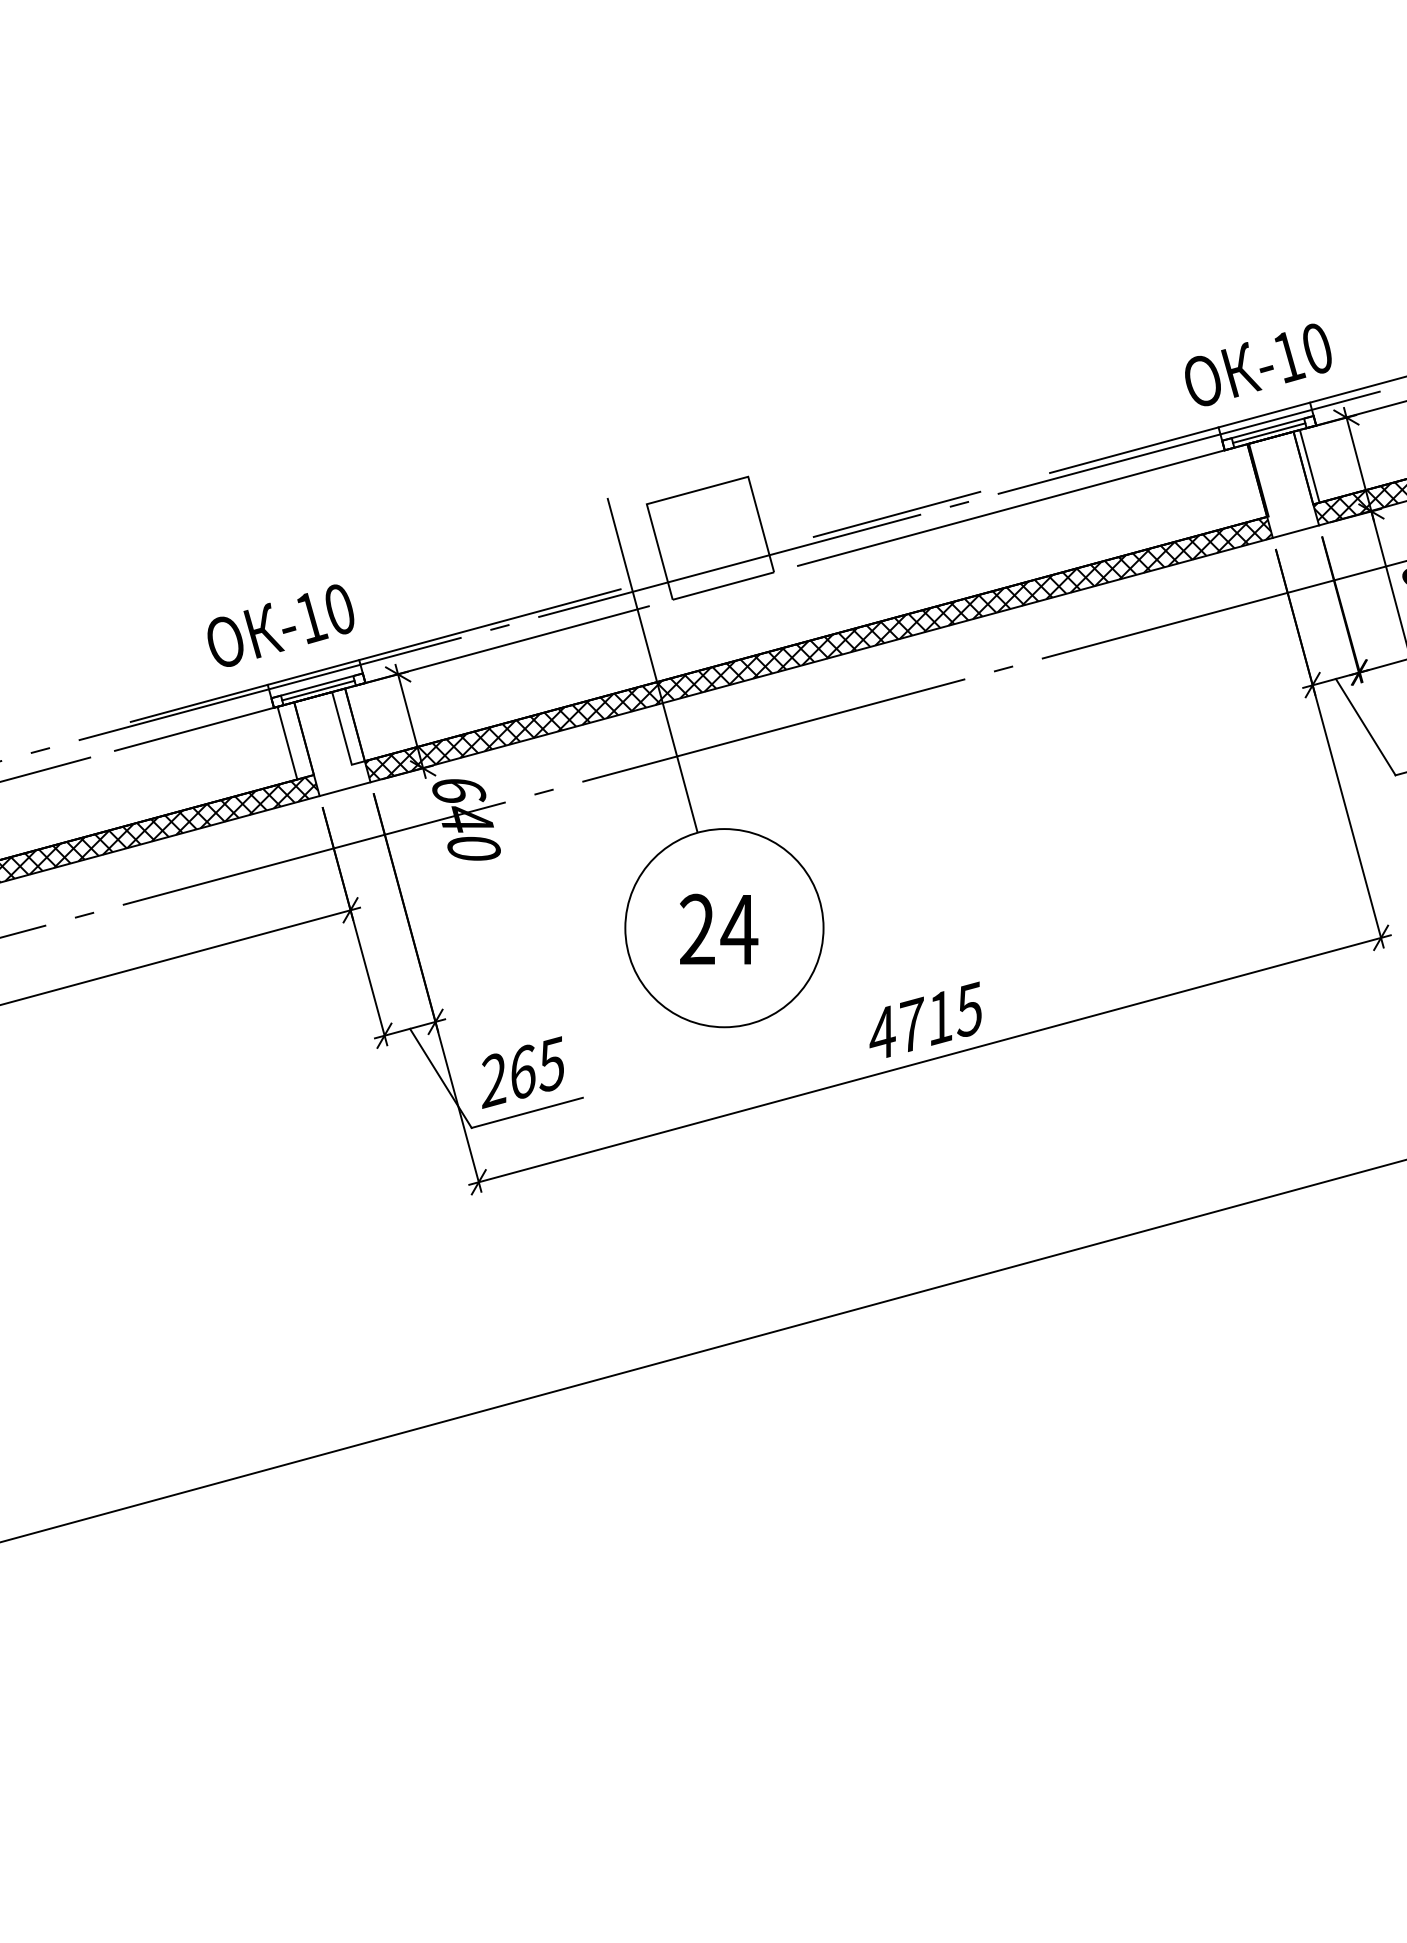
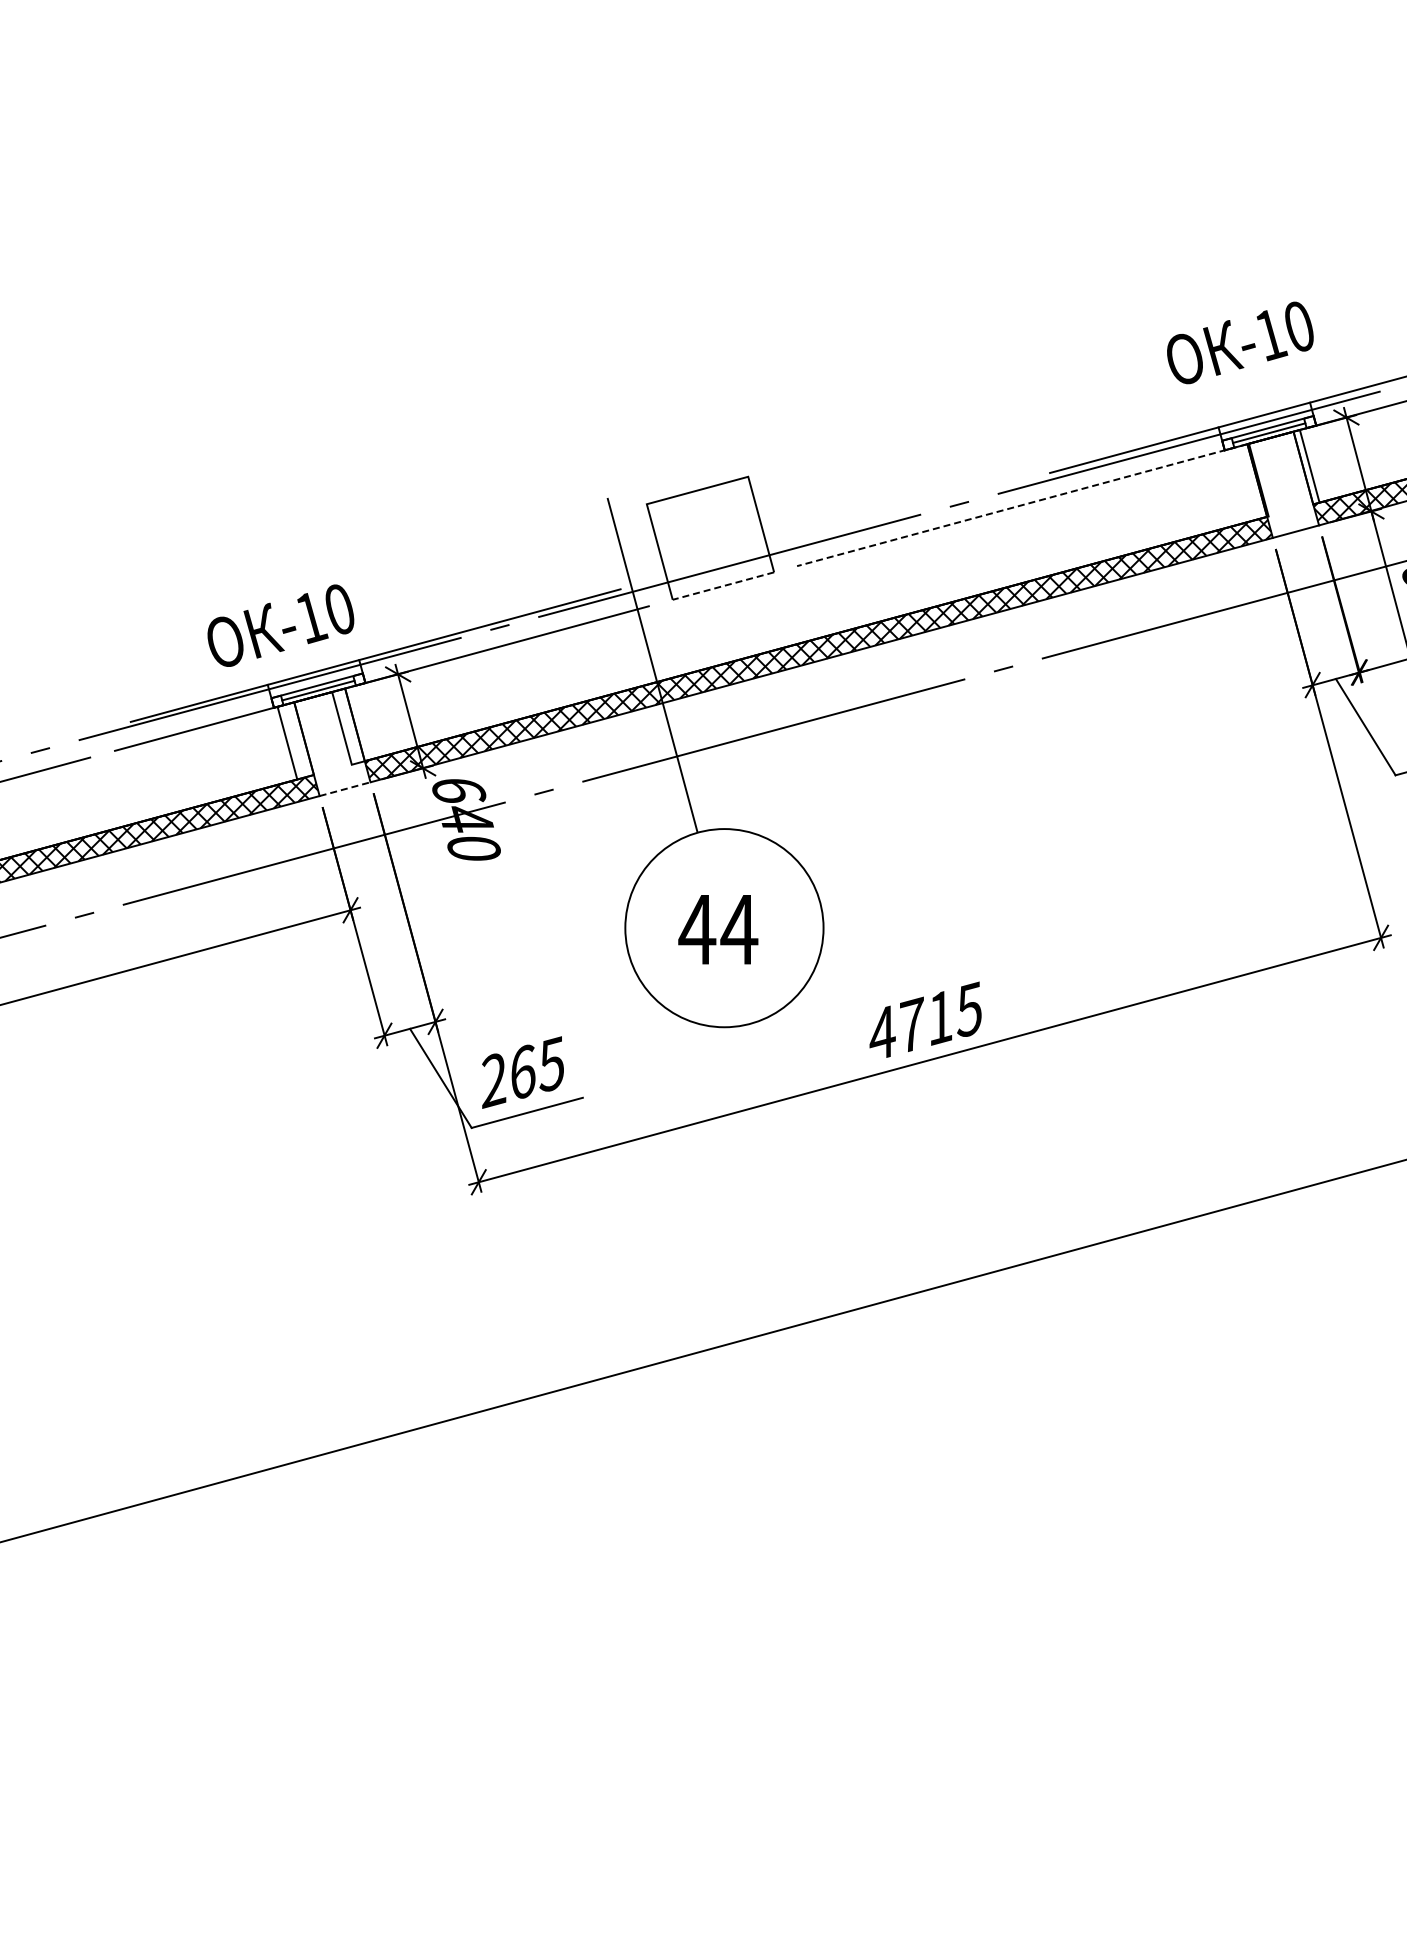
text at (1258, 364) position: (1258, 364) -> (1240, 342)
line at (1021, 505): solid -> dashed
line at (896, 513): present -> none
line at (723, 586): solid -> dashed
line at (345, 789): solid -> dashed
text at (697, 928): 24 -> 44
